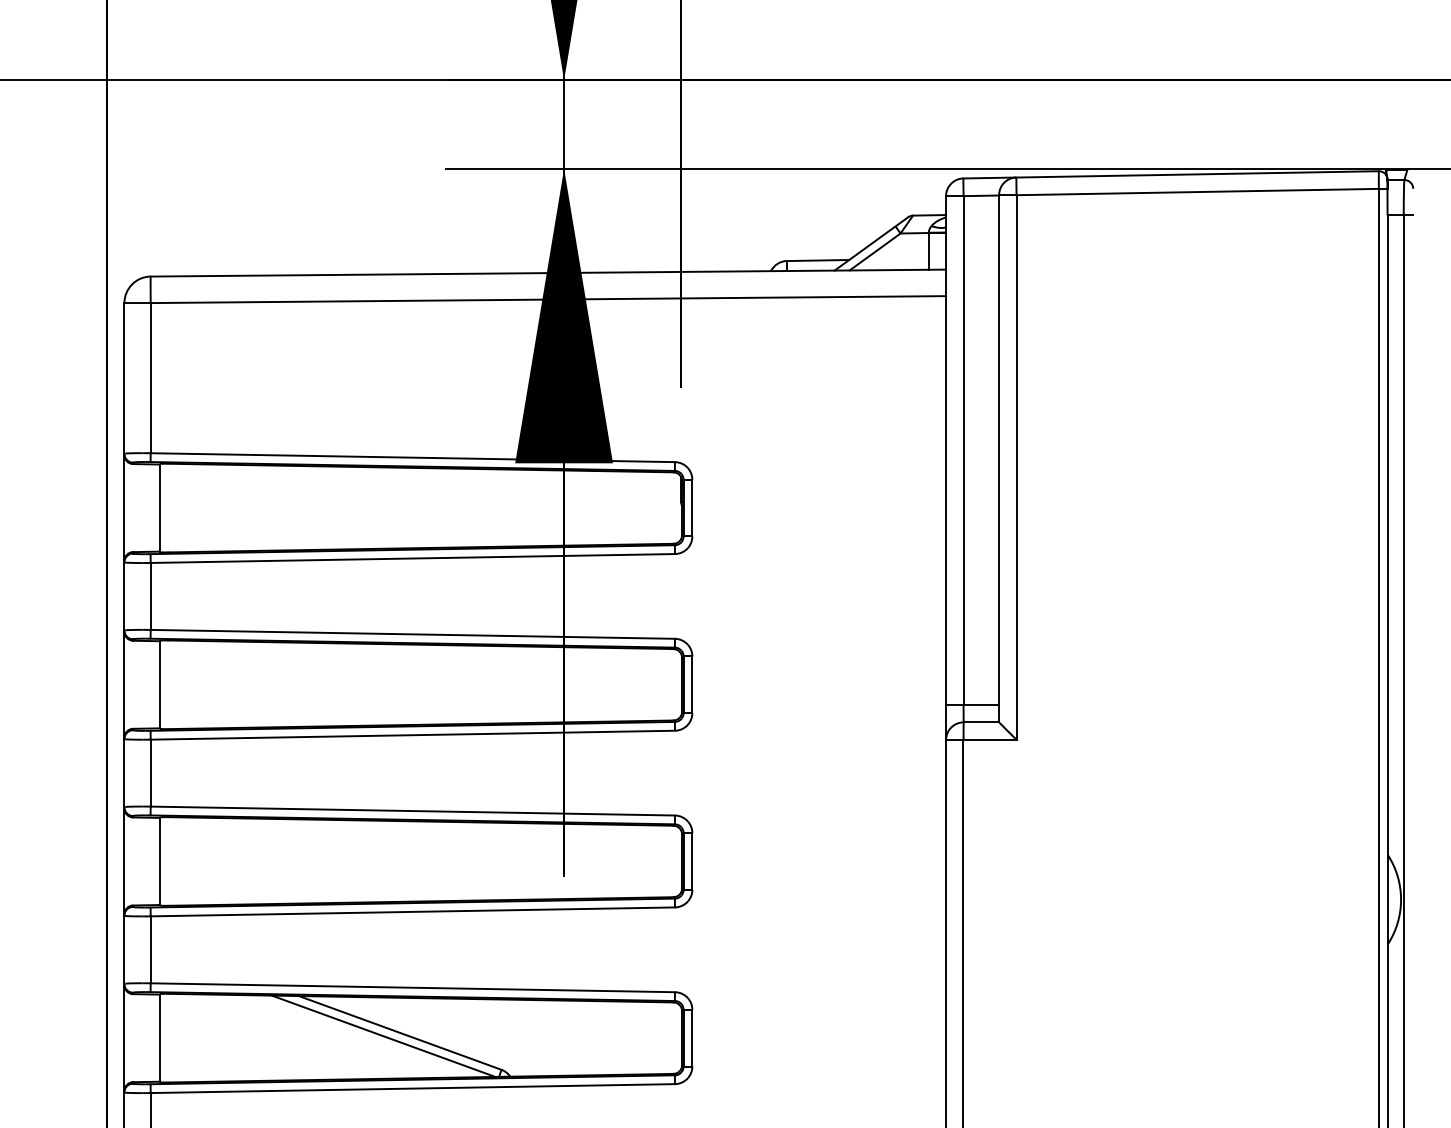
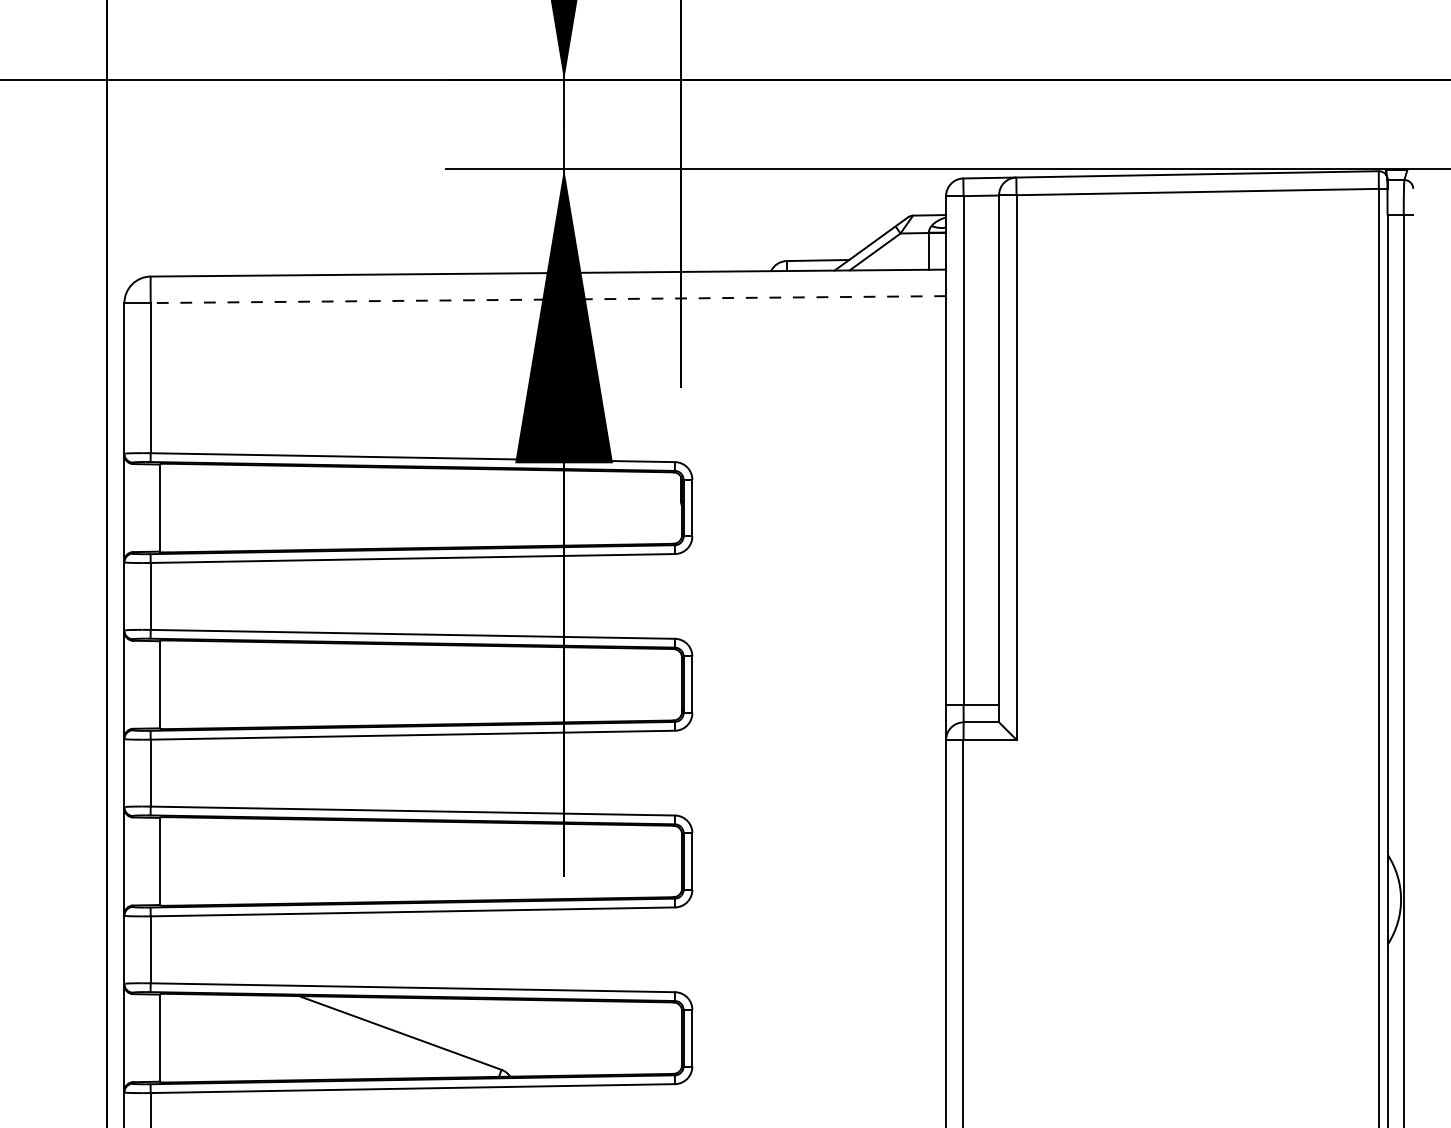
line at (548, 299): solid -> dashed
line at (383, 1035): present -> none
